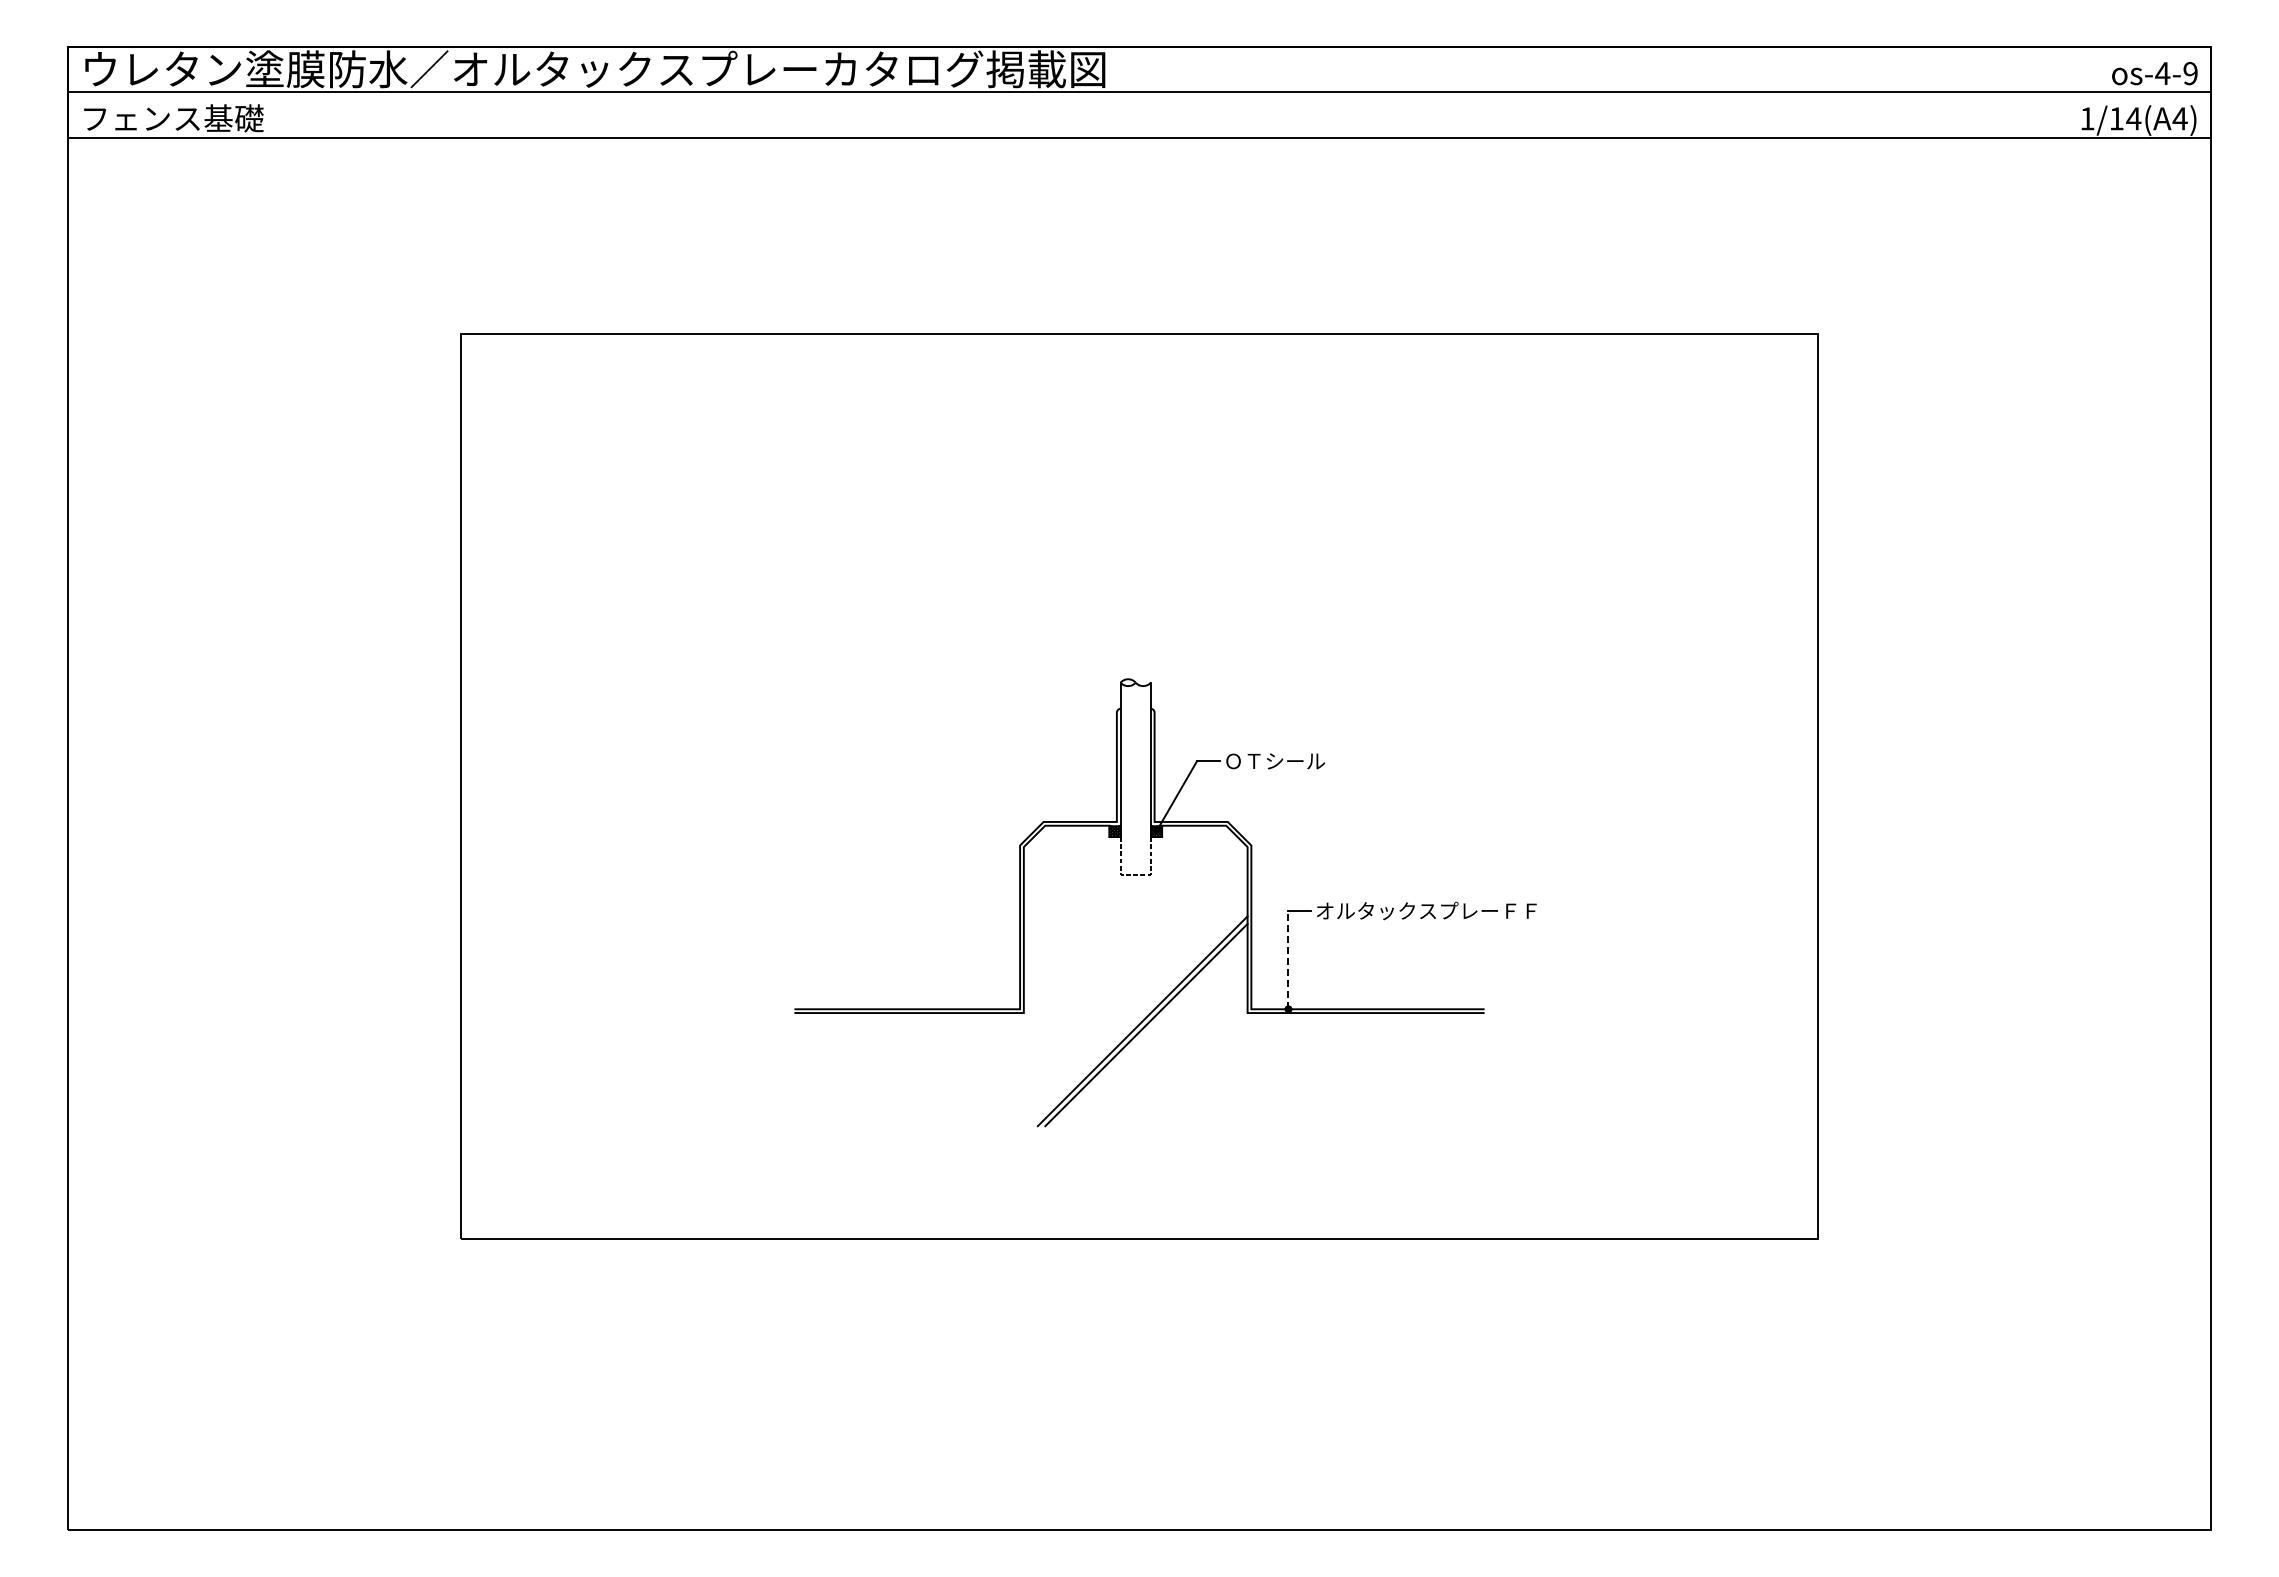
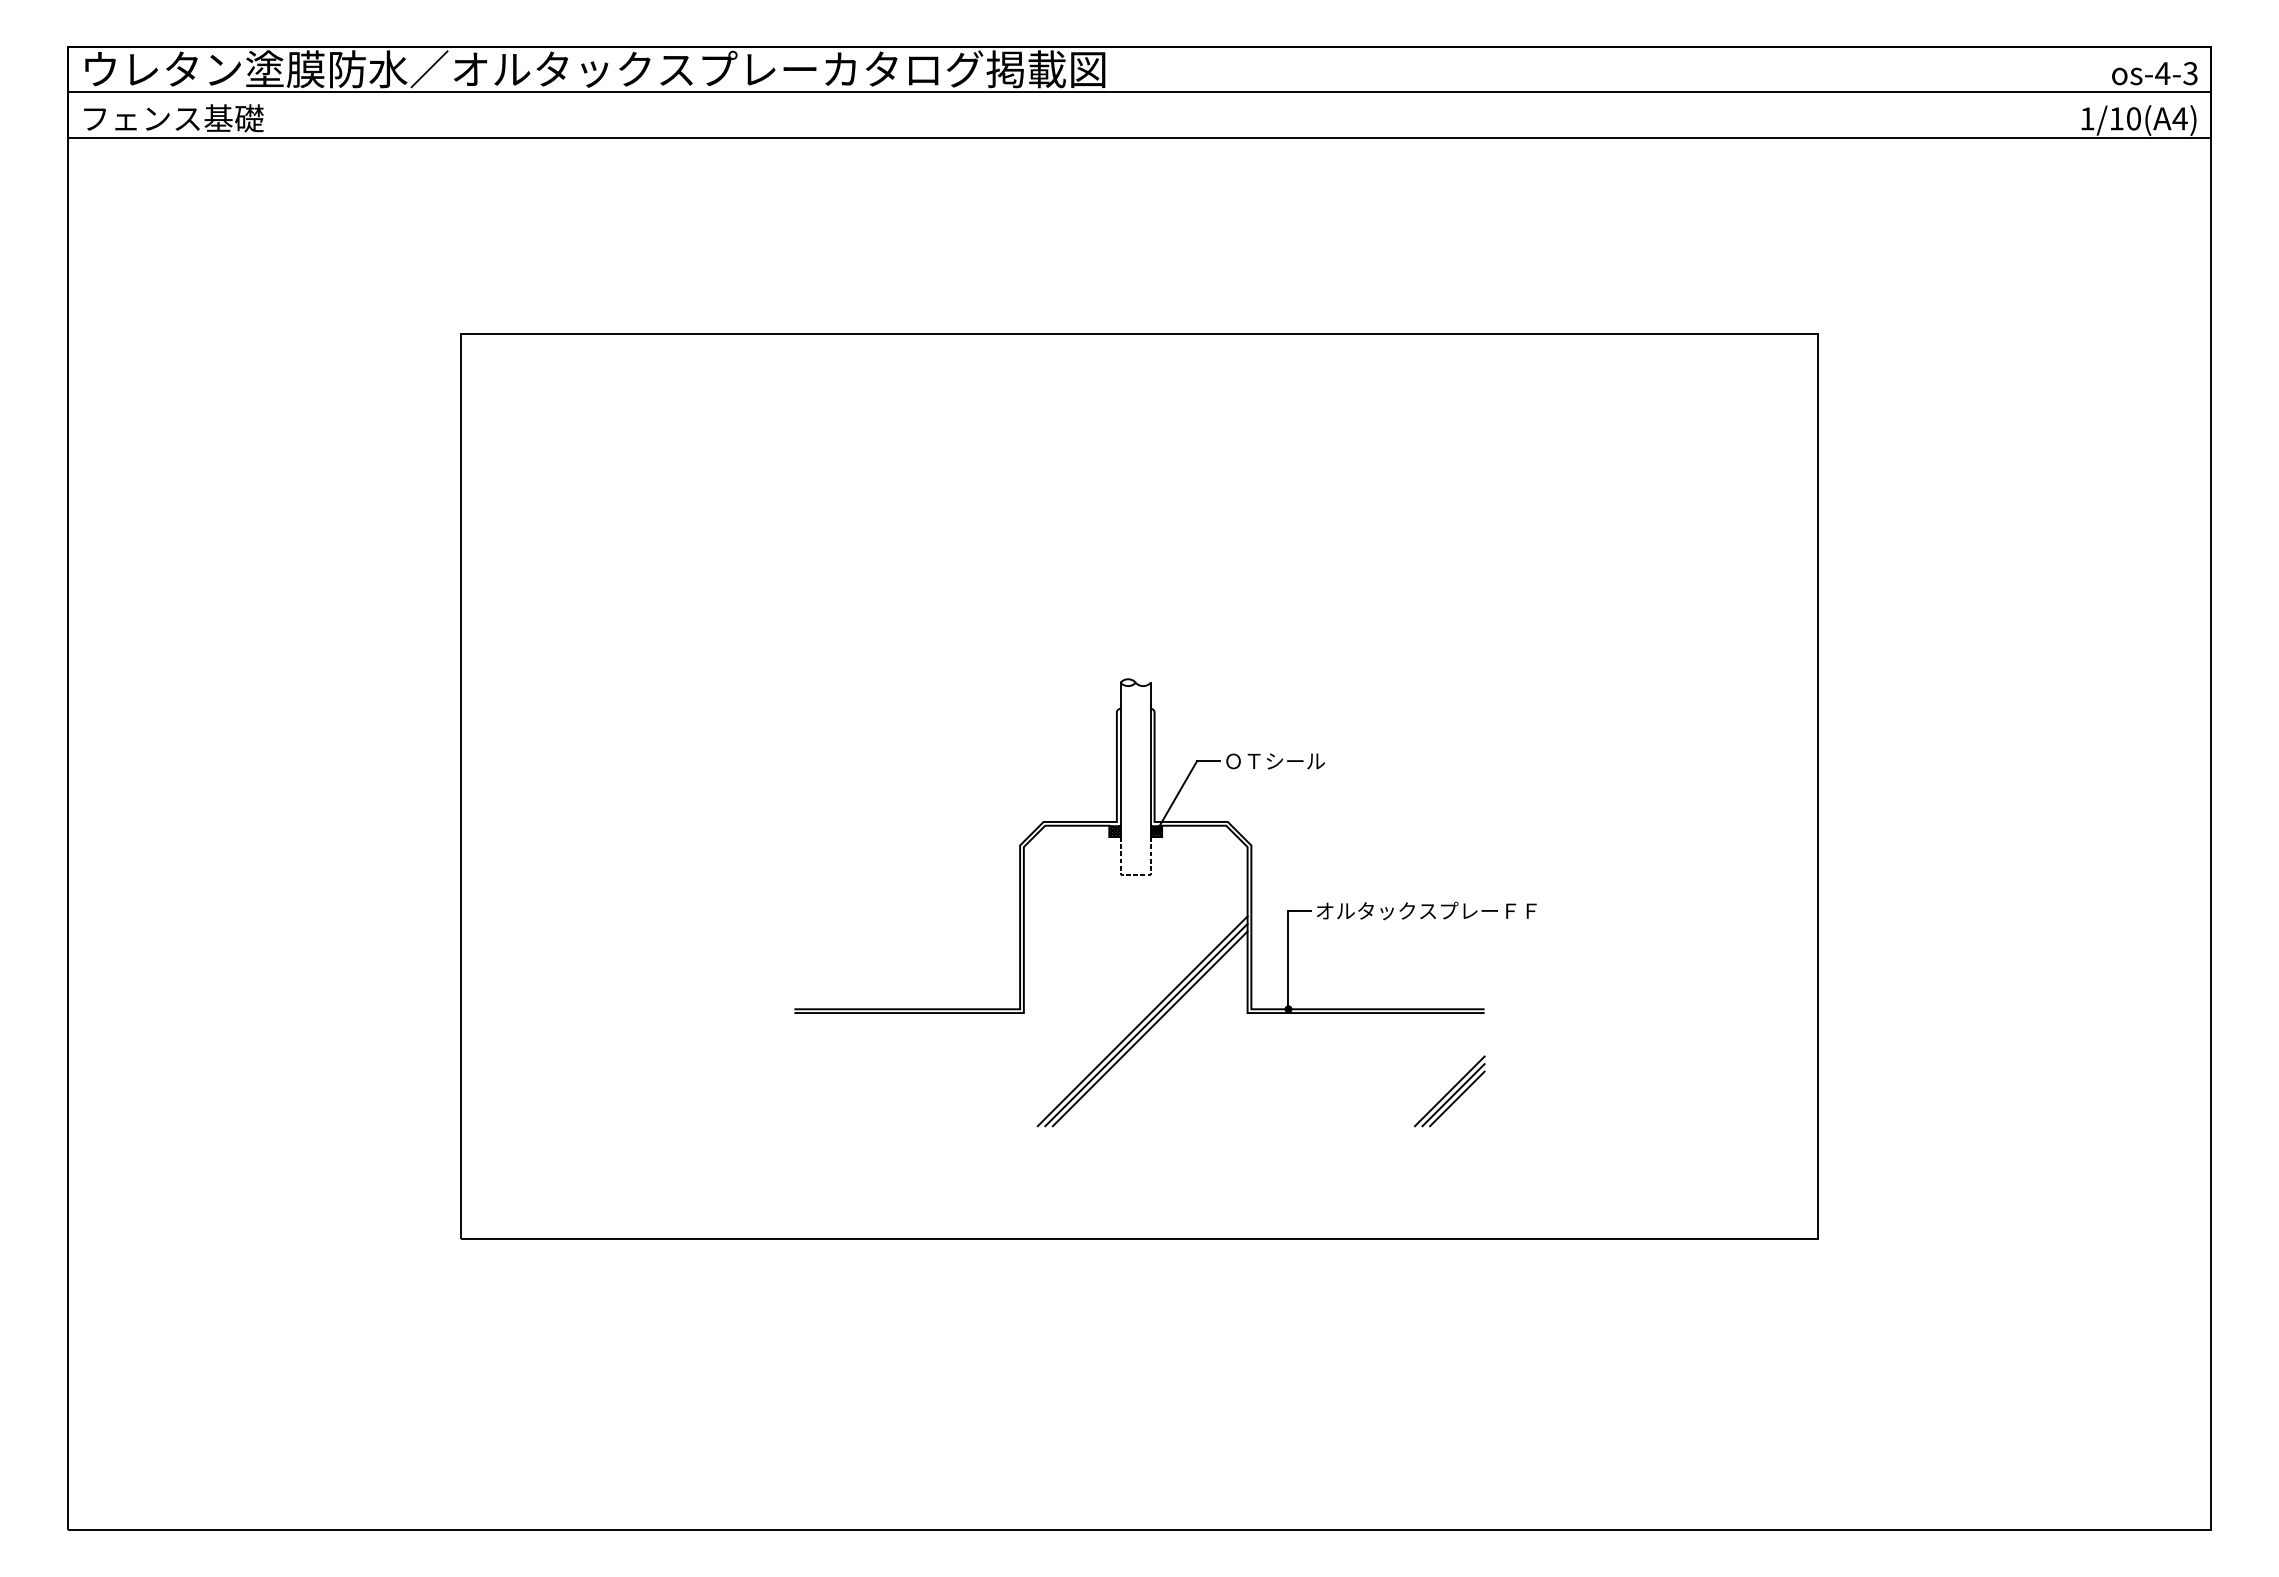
text at (2190, 73): os-4-9 -> os-4-3
text at (2133, 118): 1/14(A4) -> 1/10(A4)
line at (1288, 960): dashed -> solid
line at (1149, 1028): none -> present
part at (1449, 1091): none -> present
